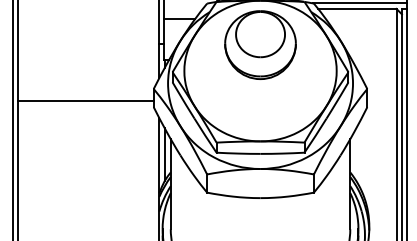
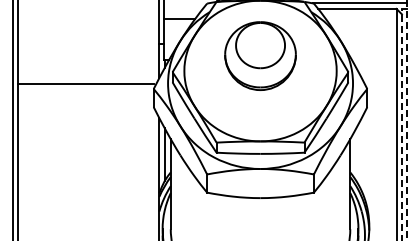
part at (260, 44) position: (260, 44) -> (260, 55)
line at (85, 101) position: (85, 101) -> (85, 84)
line at (407, 120): solid -> dashed
line at (401, 124): solid -> dashed
